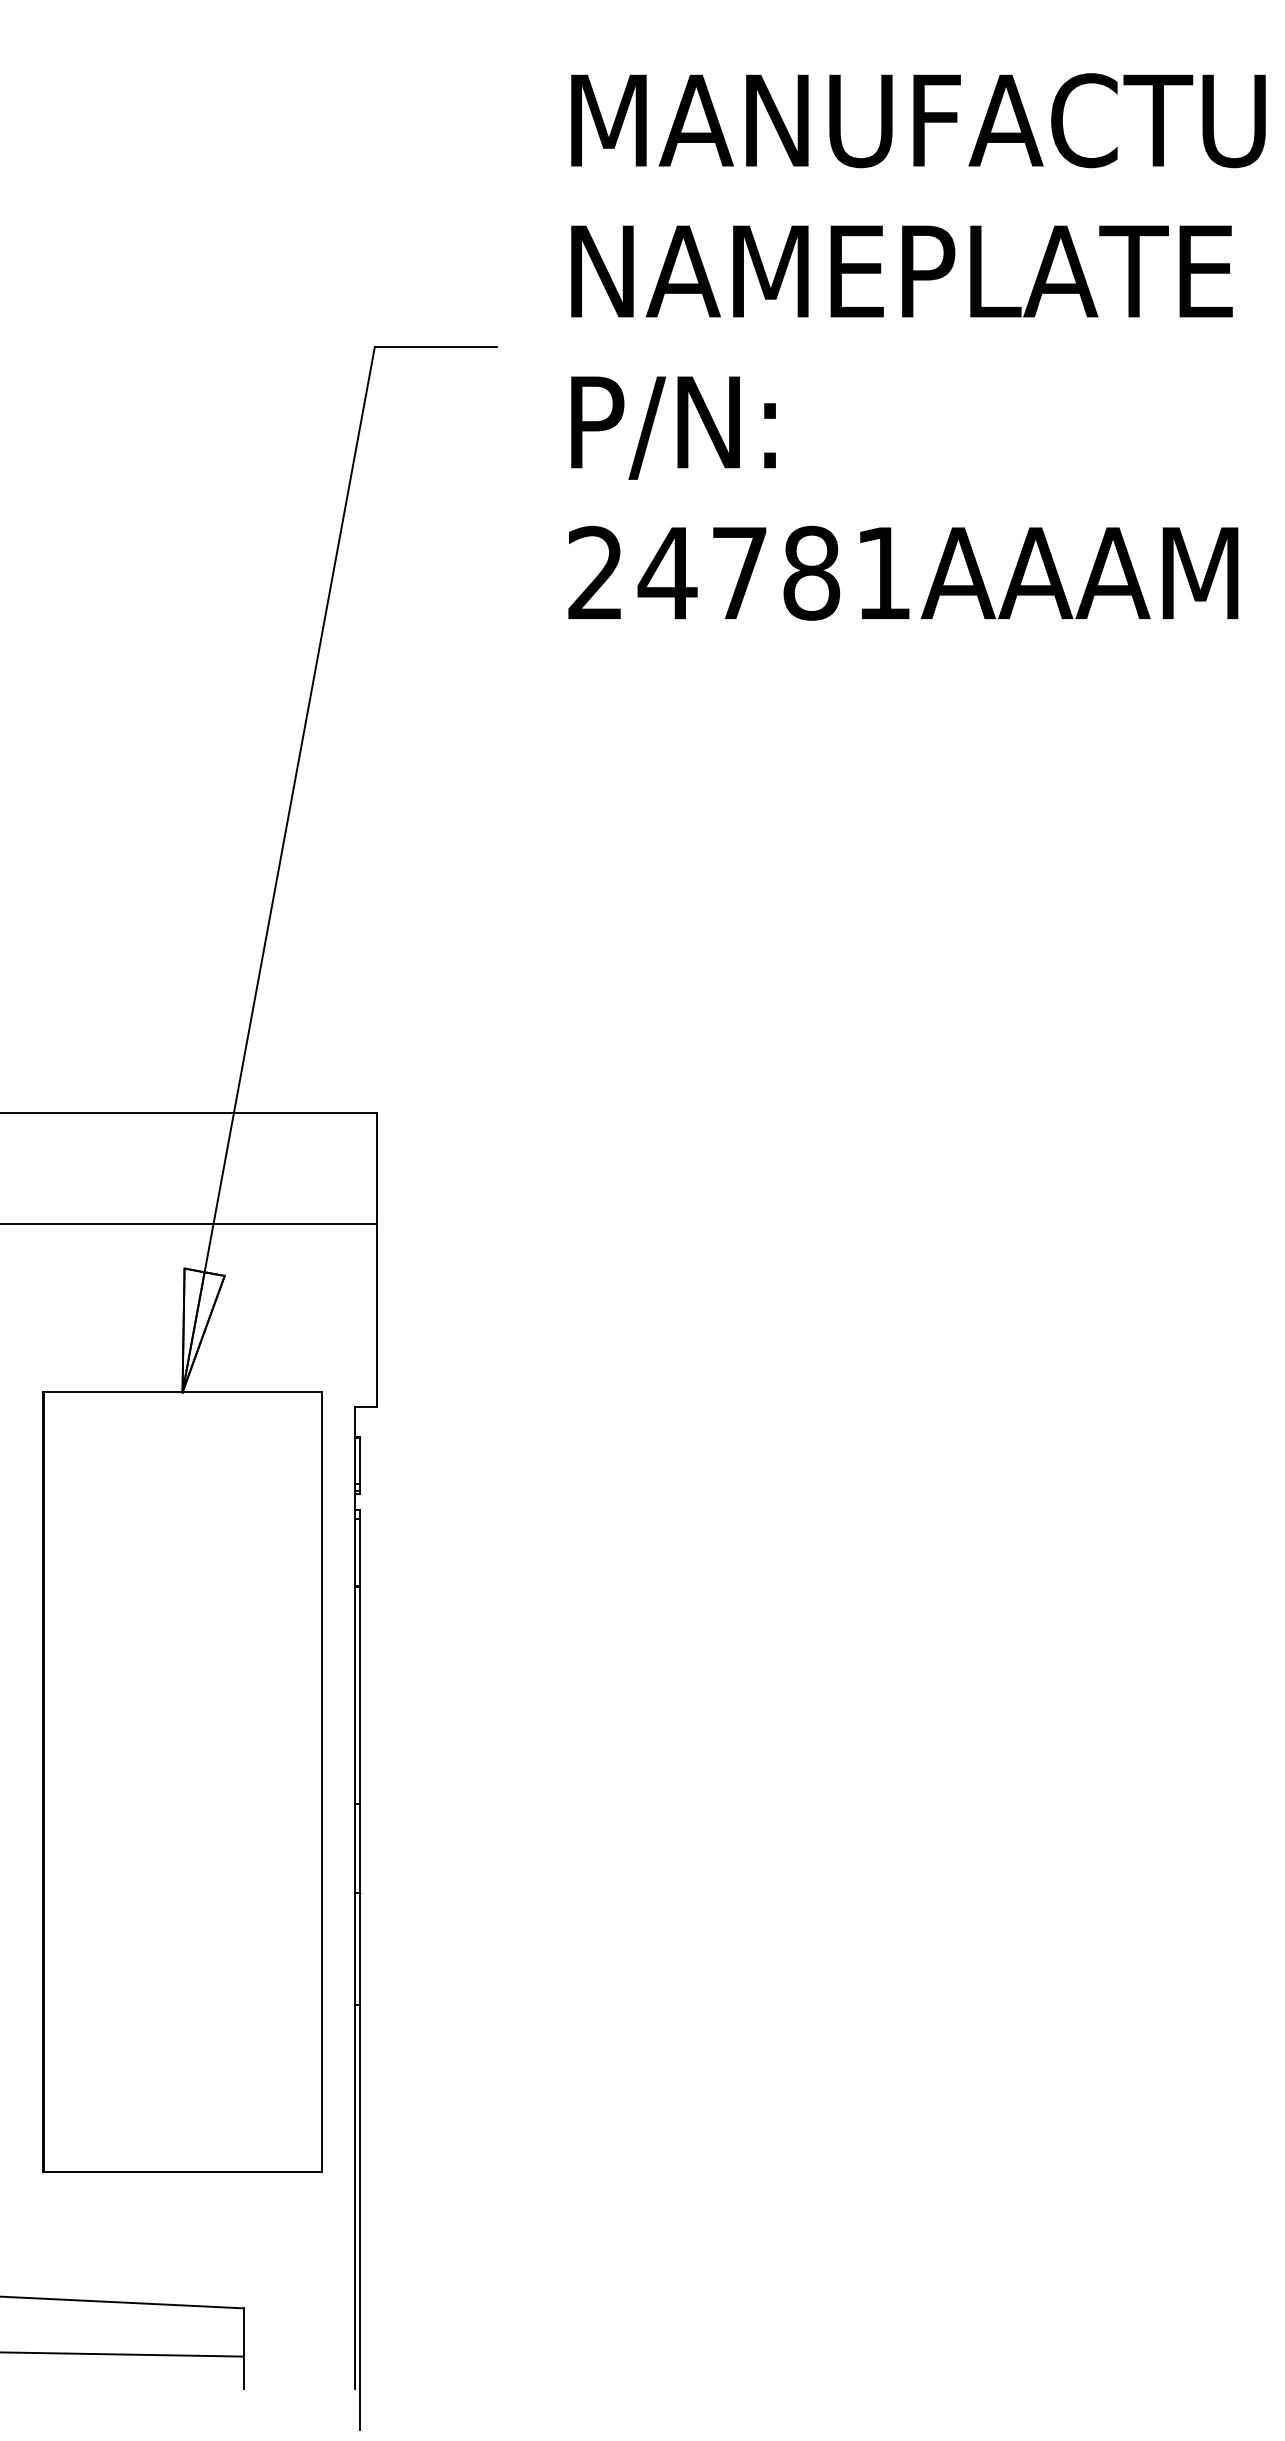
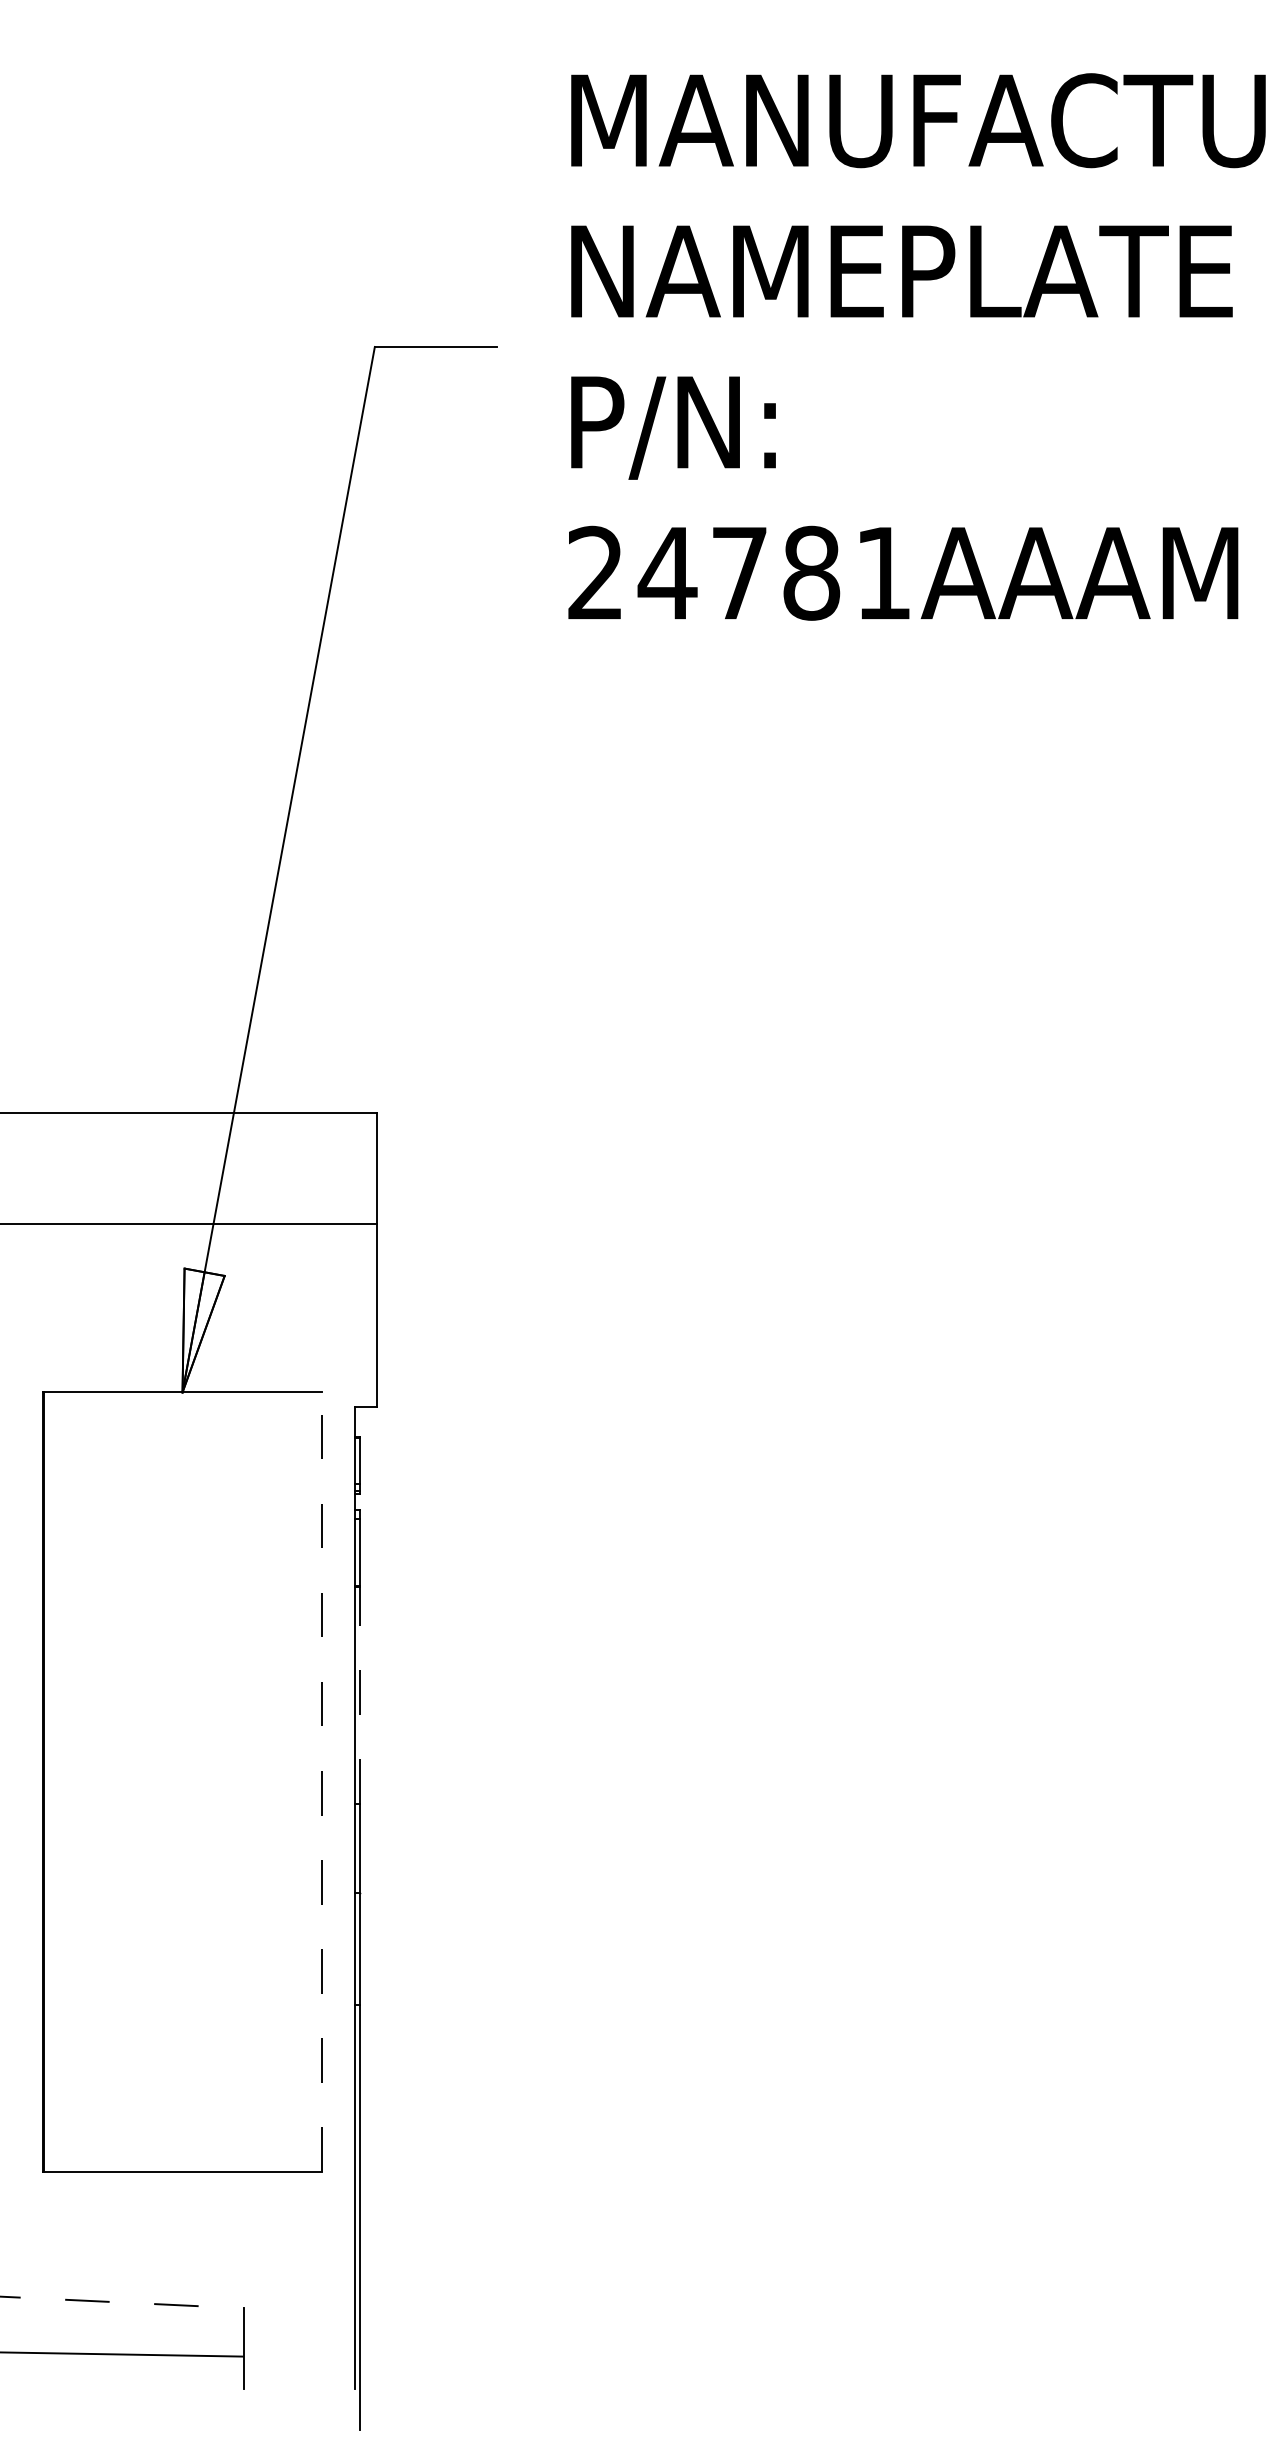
line at (359, 1694): solid -> dashed
line at (321, 1782): solid -> dashed
line at (121, 2302): solid -> dashed
